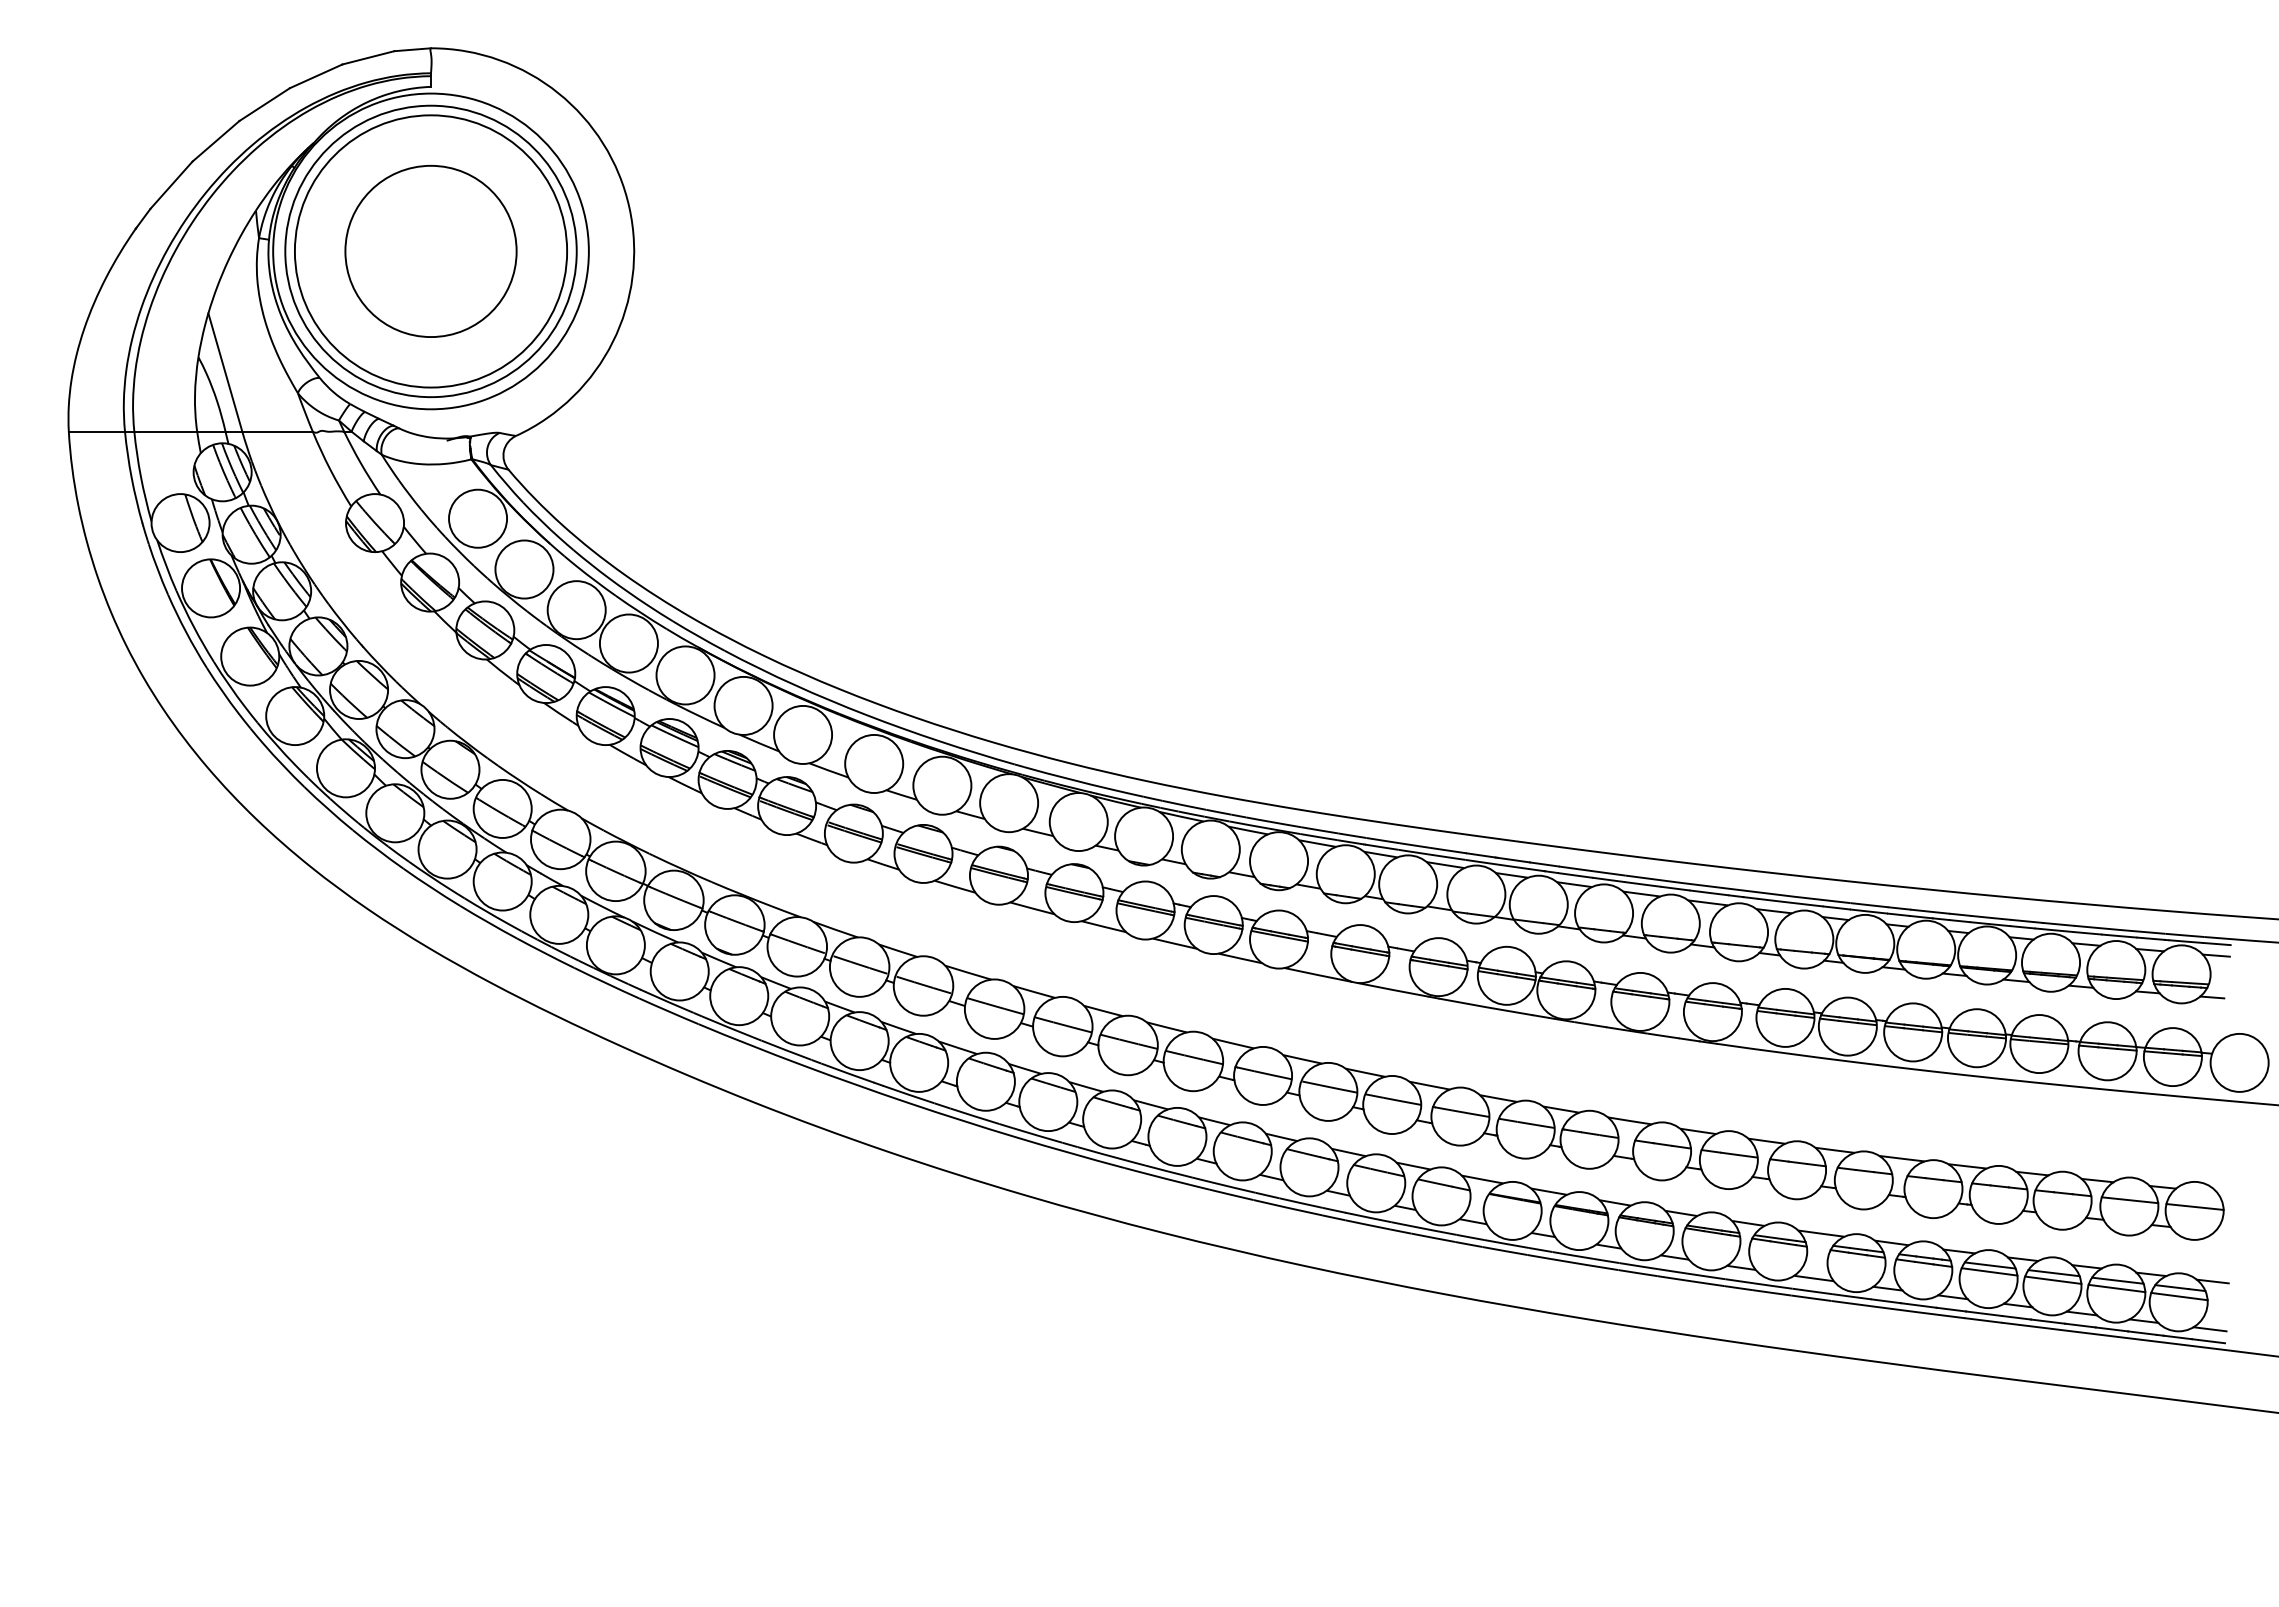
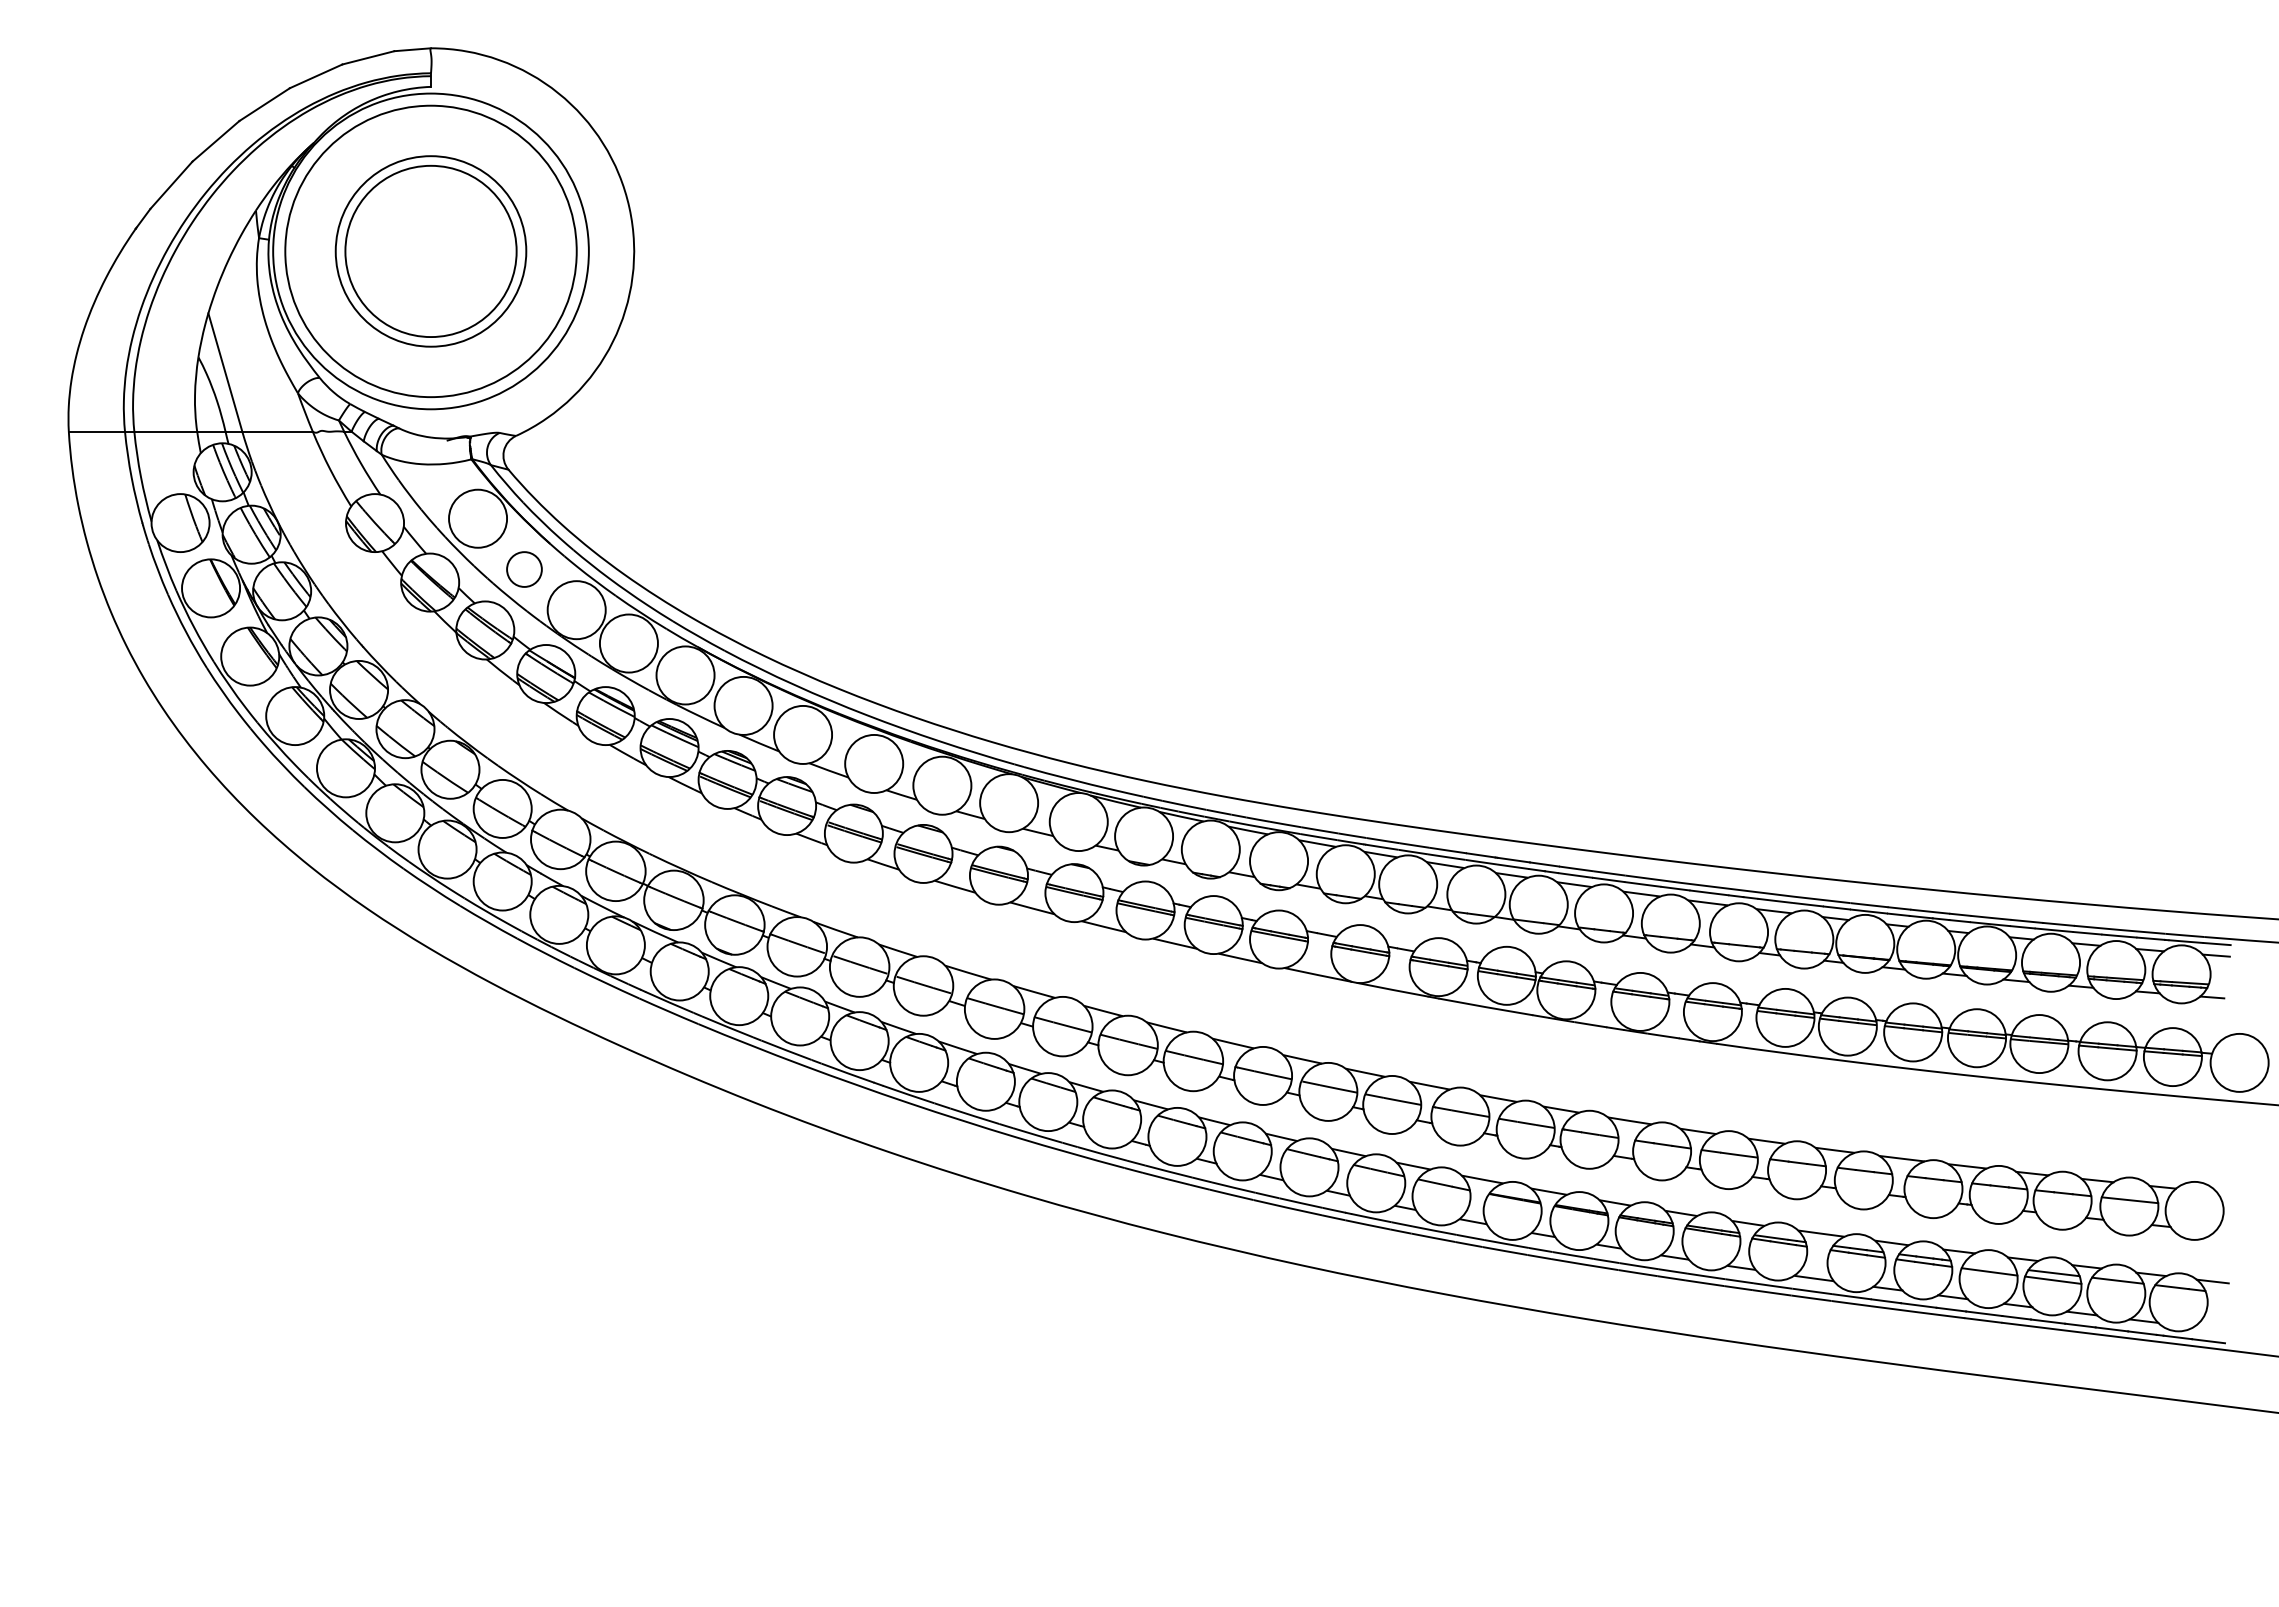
circle at (430, 251) diameter: 272 px -> 191 px
circle at (524, 569) diameter: 58 px -> 35 px
line at (2194, 1206): present -> none
line at (1989, 1265): present -> none
line at (2116, 1288): present -> none
line at (2179, 1296): present -> none
line at (2209, 1329): present -> none
